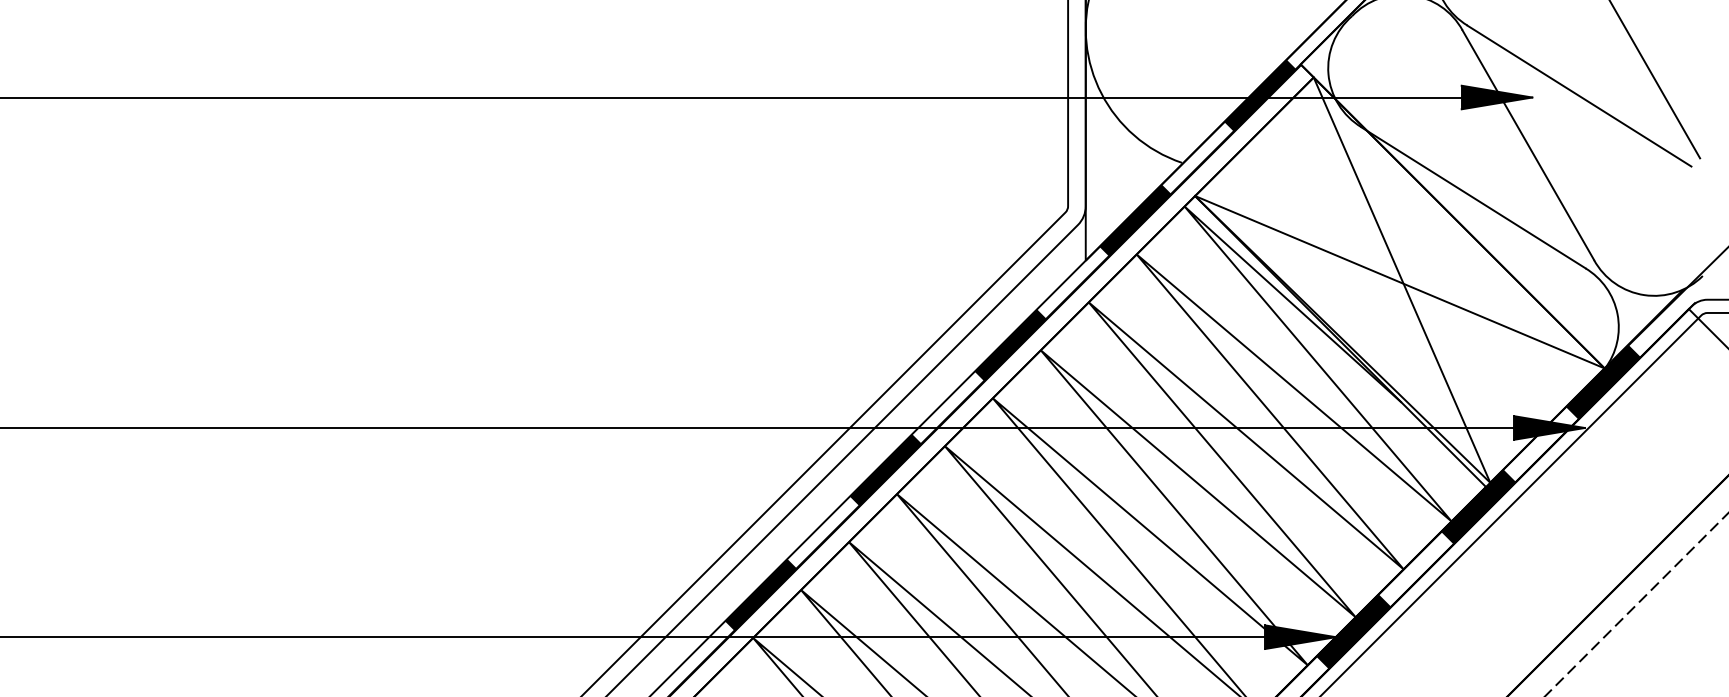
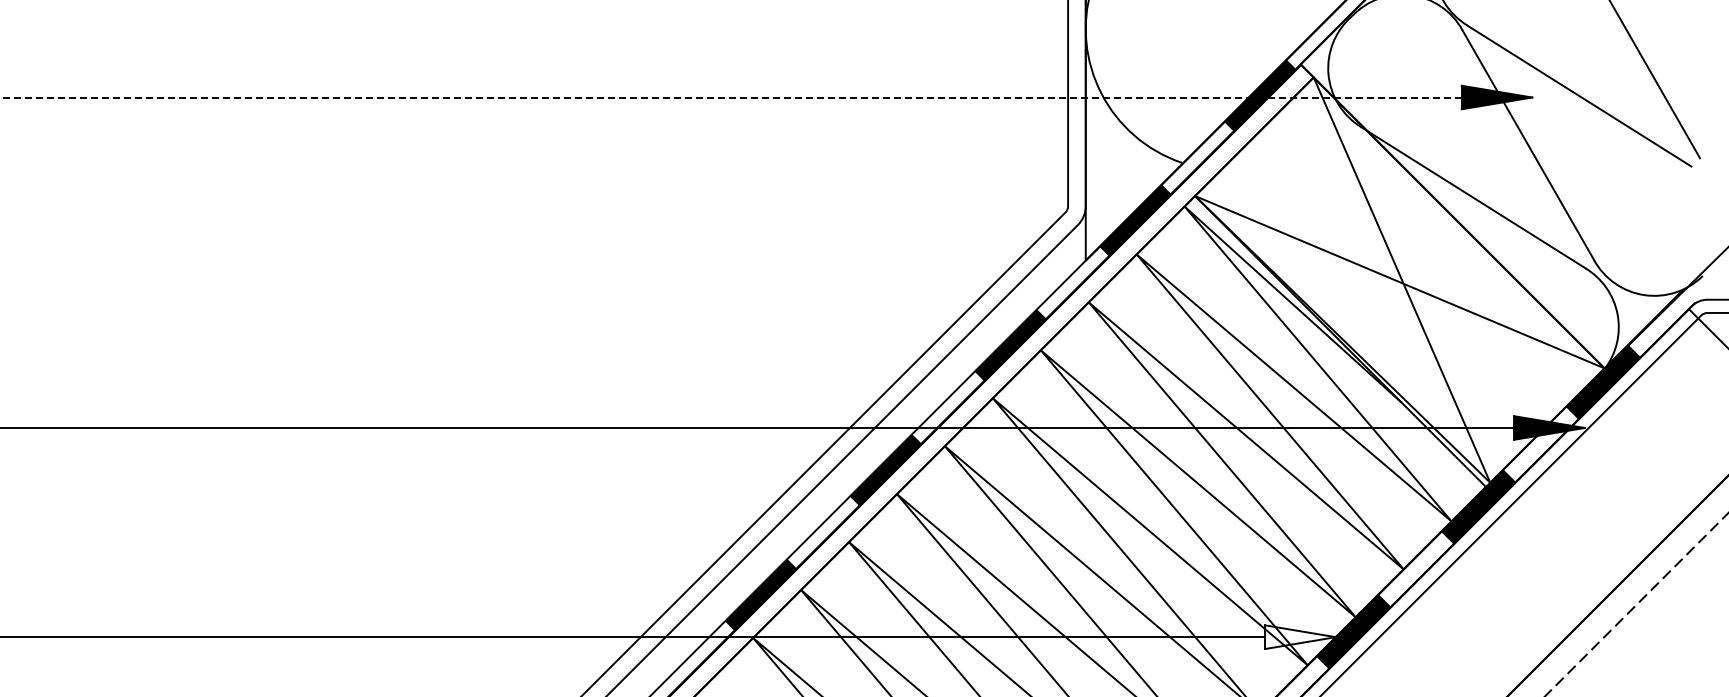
line at (730, 97): solid -> dashed
fill at (1300, 636): present -> none
